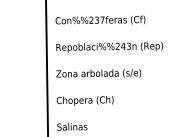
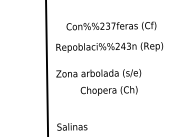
text at (100, 19) position: (100, 19) -> (111, 25)
text at (84, 100) position: (84, 100) -> (108, 90)
